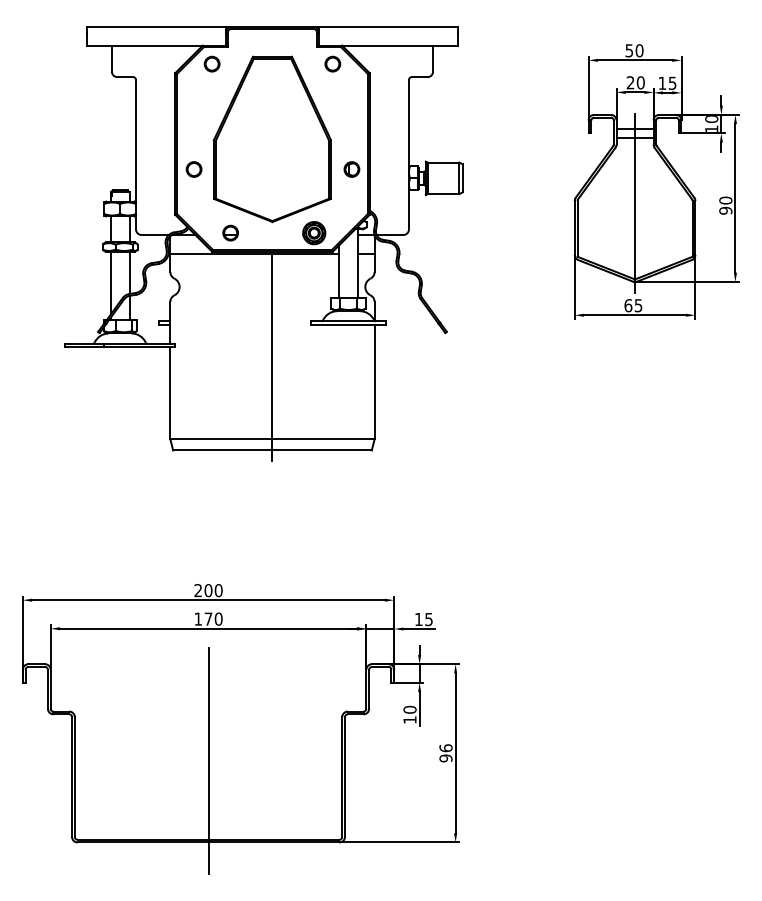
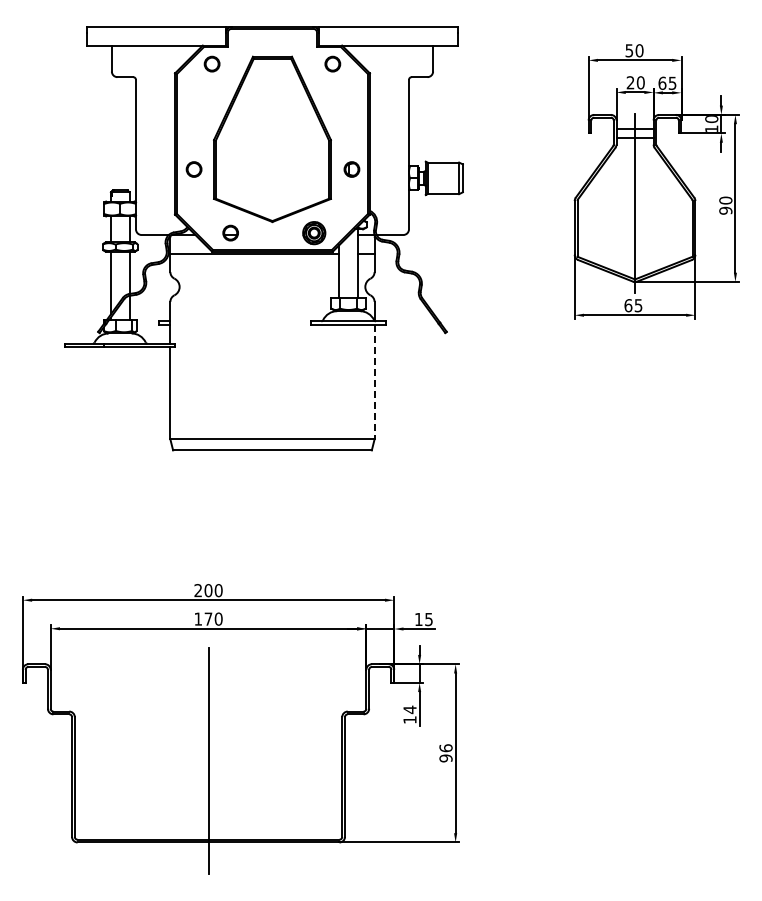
text at (662, 82): 15 -> 65
line at (272, 357): present -> none
line at (374, 382): solid -> dashed
text at (409, 709): 10 -> 14
